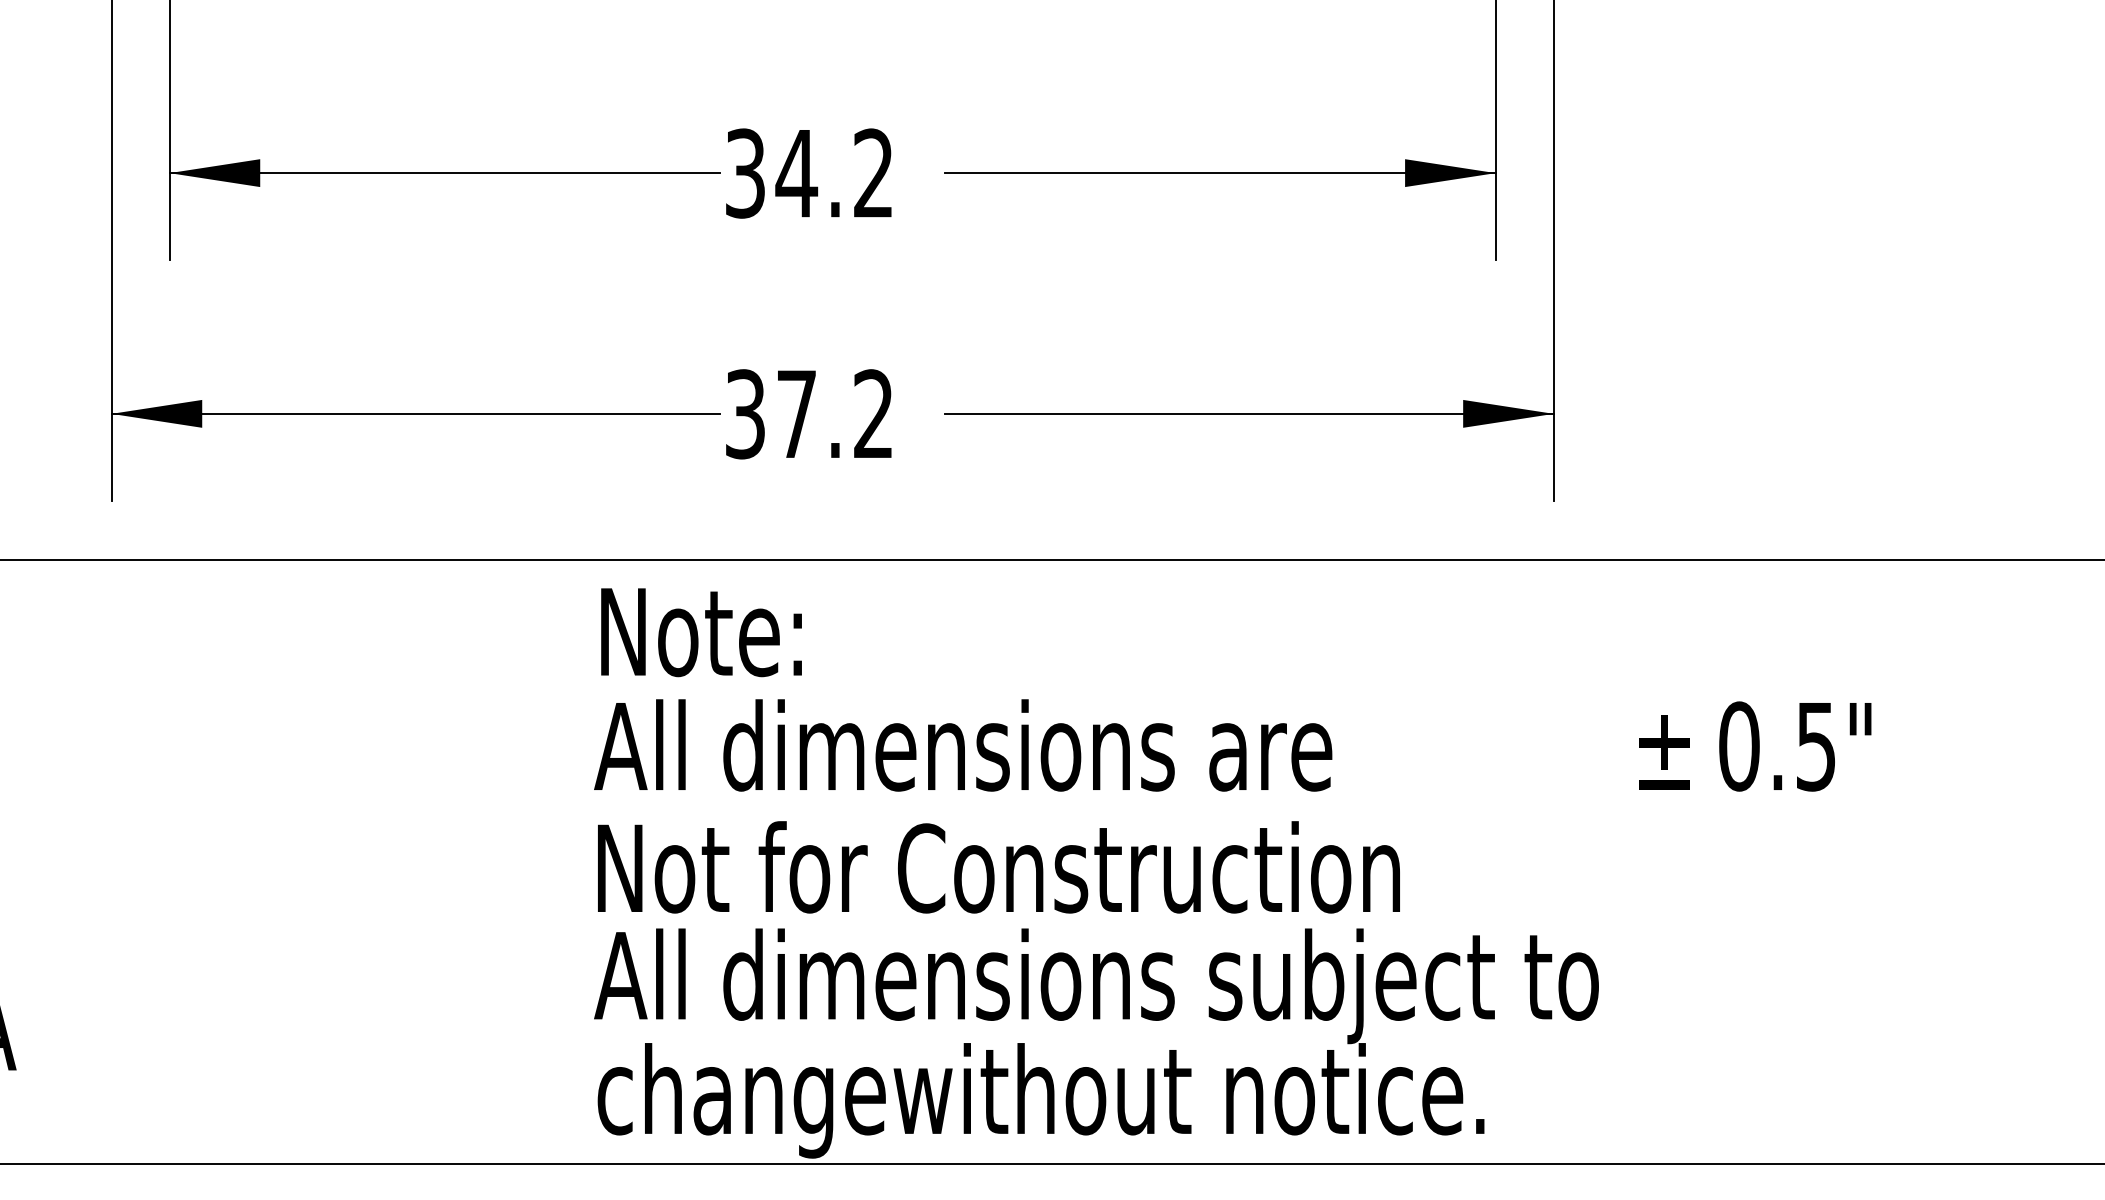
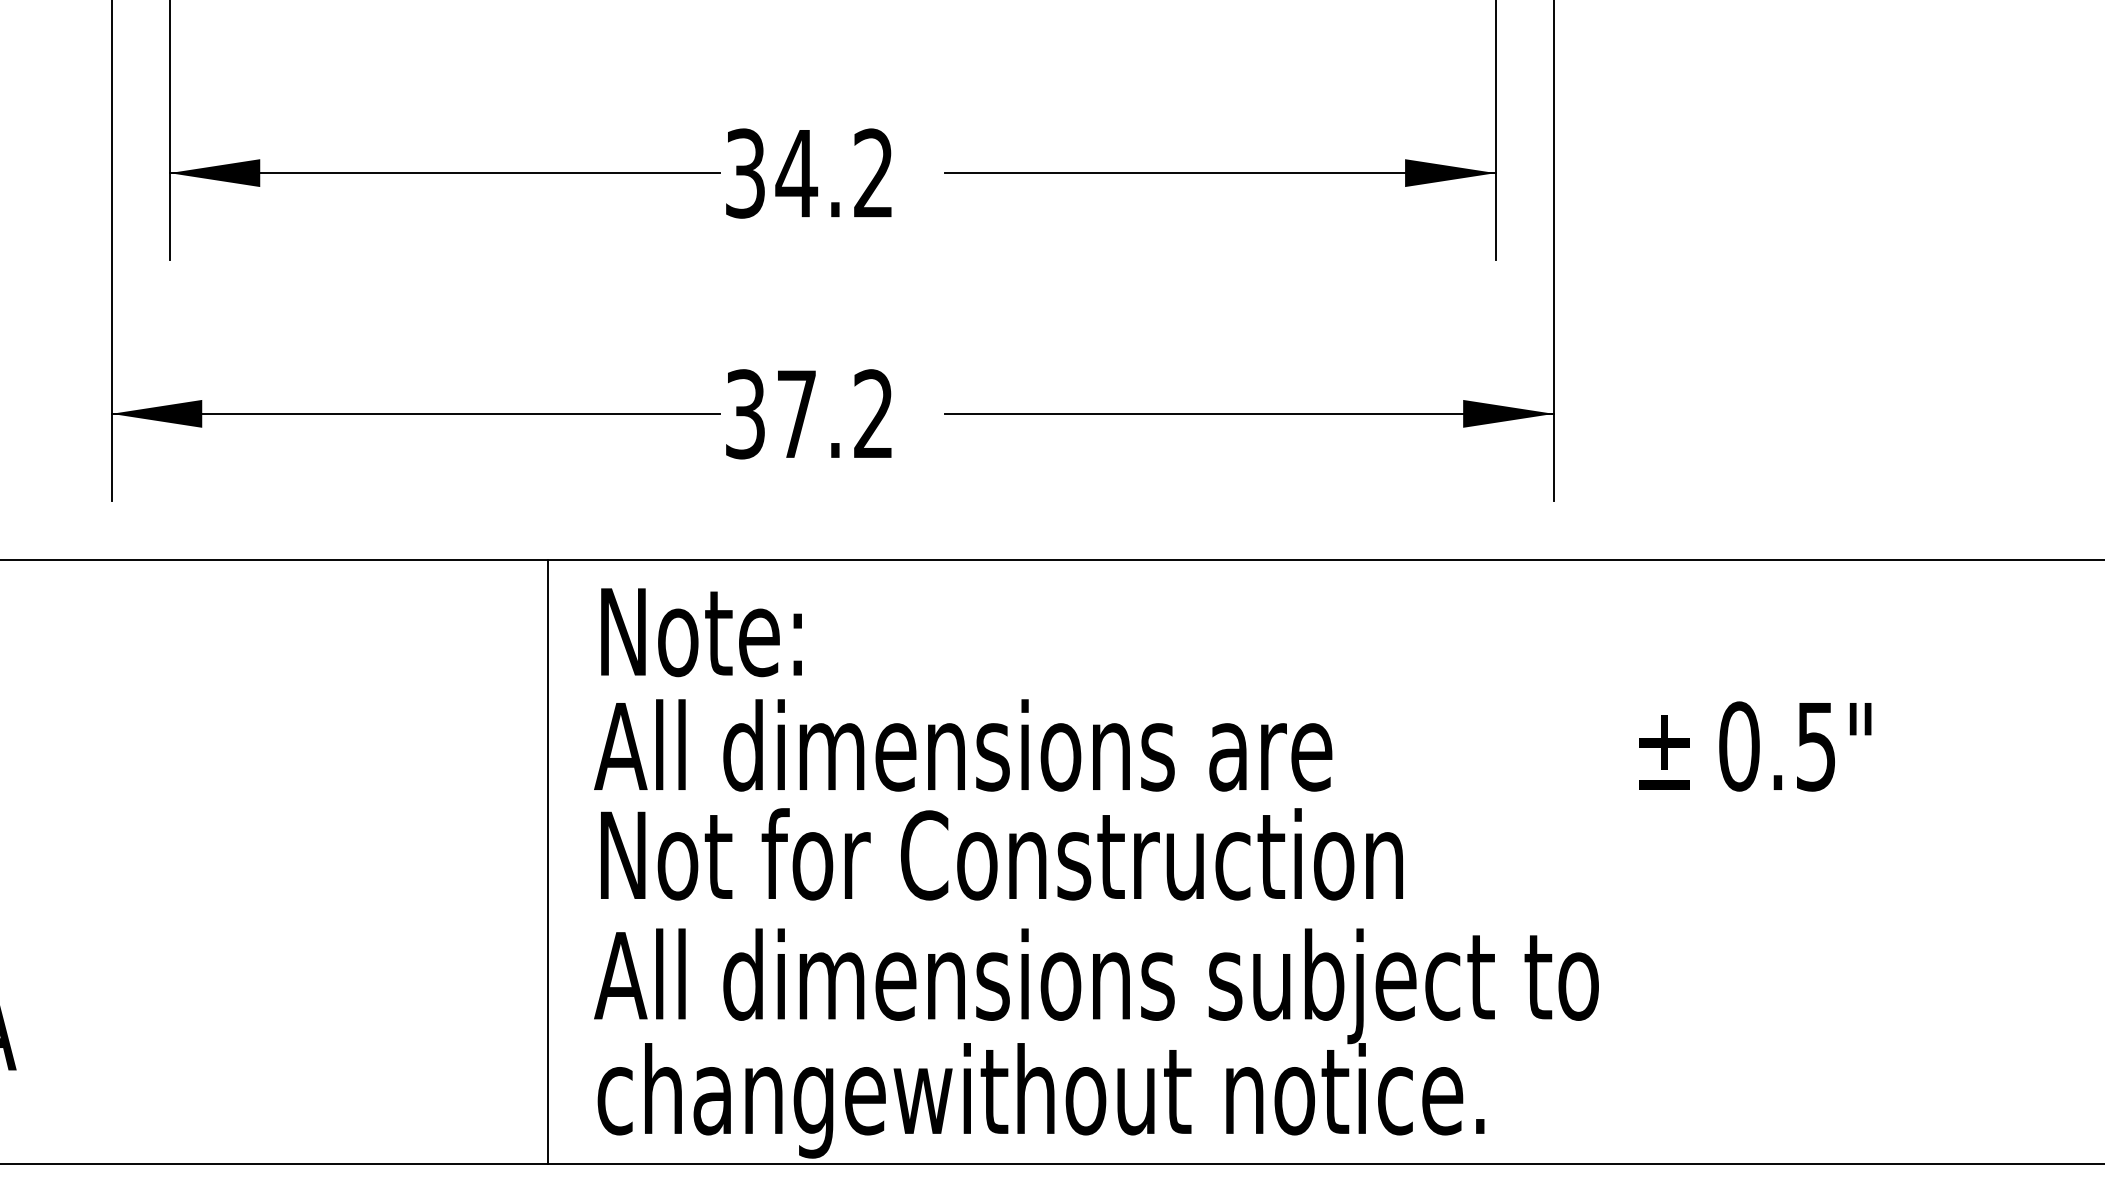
line at (548, 861): none -> present
text at (998, 867) position: (998, 867) -> (1001, 854)
